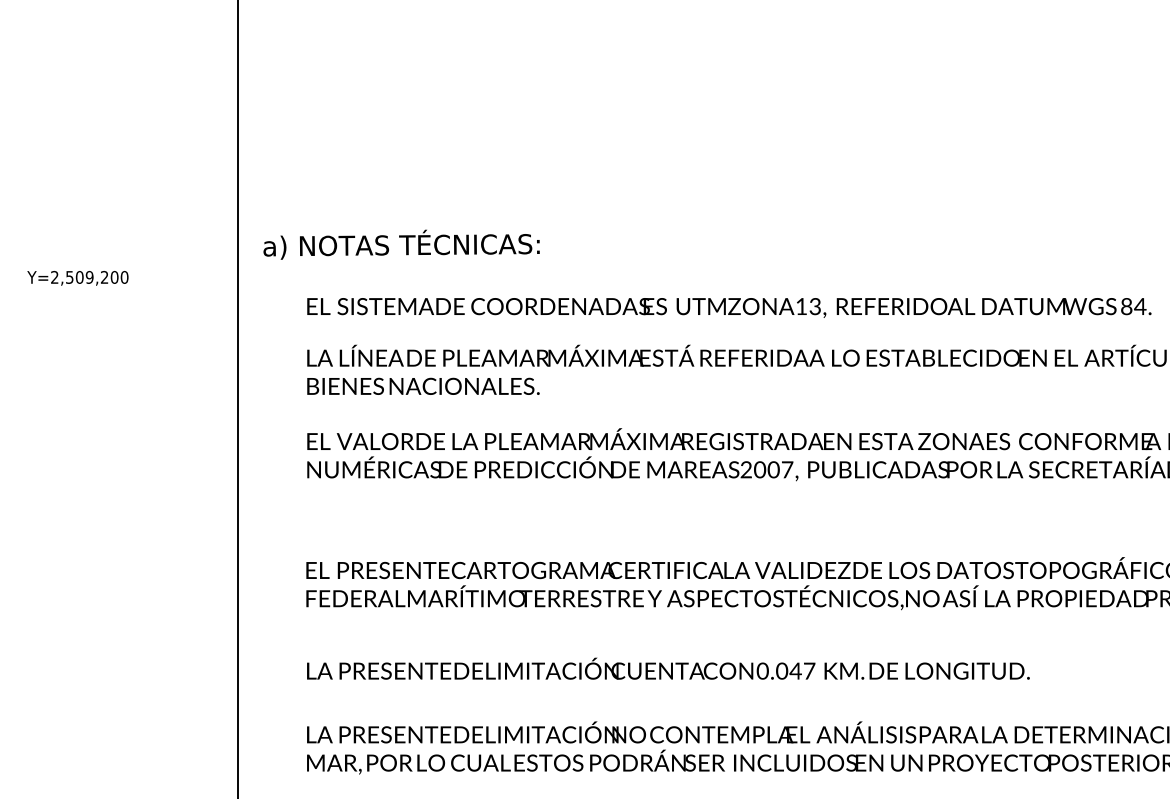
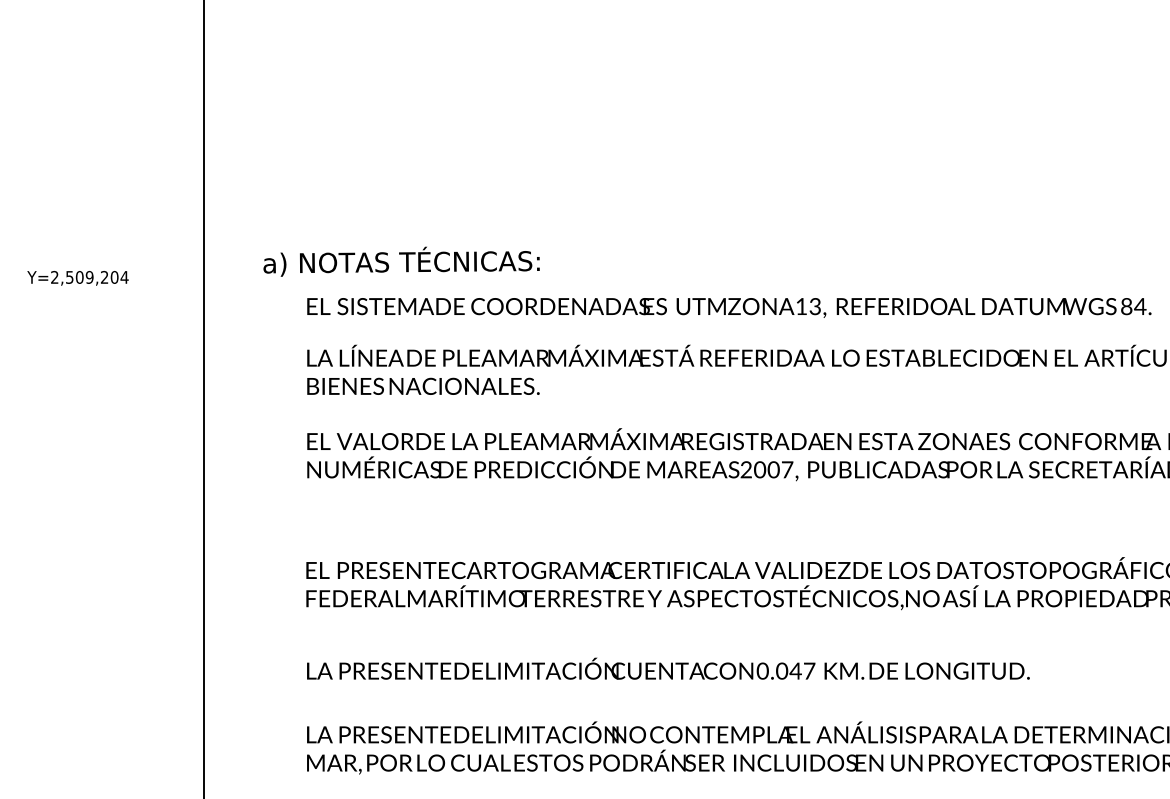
text at (401, 244) position: (401, 244) -> (401, 261)
text at (124, 277): Y=2,509,200 -> Y=2,509,204
line at (238, 398) position: (238, 398) -> (204, 398)
